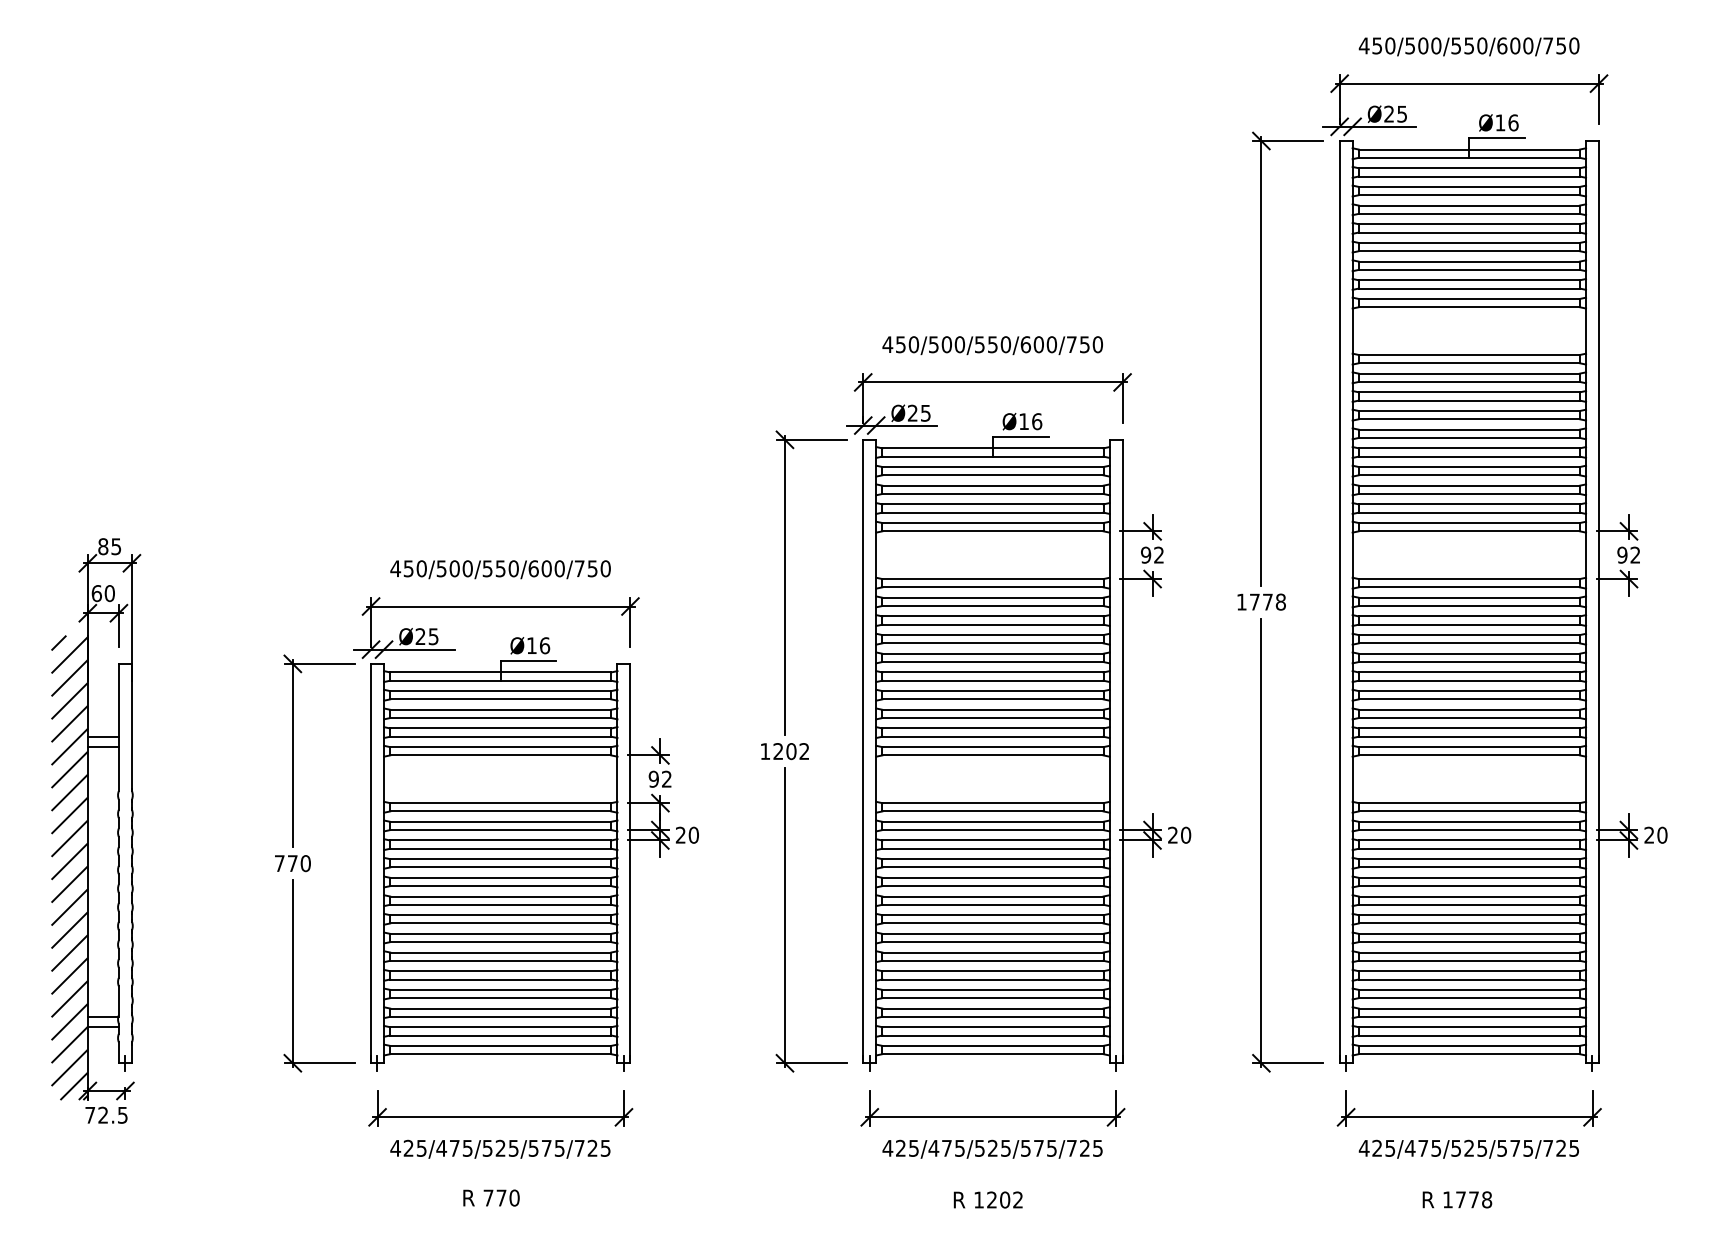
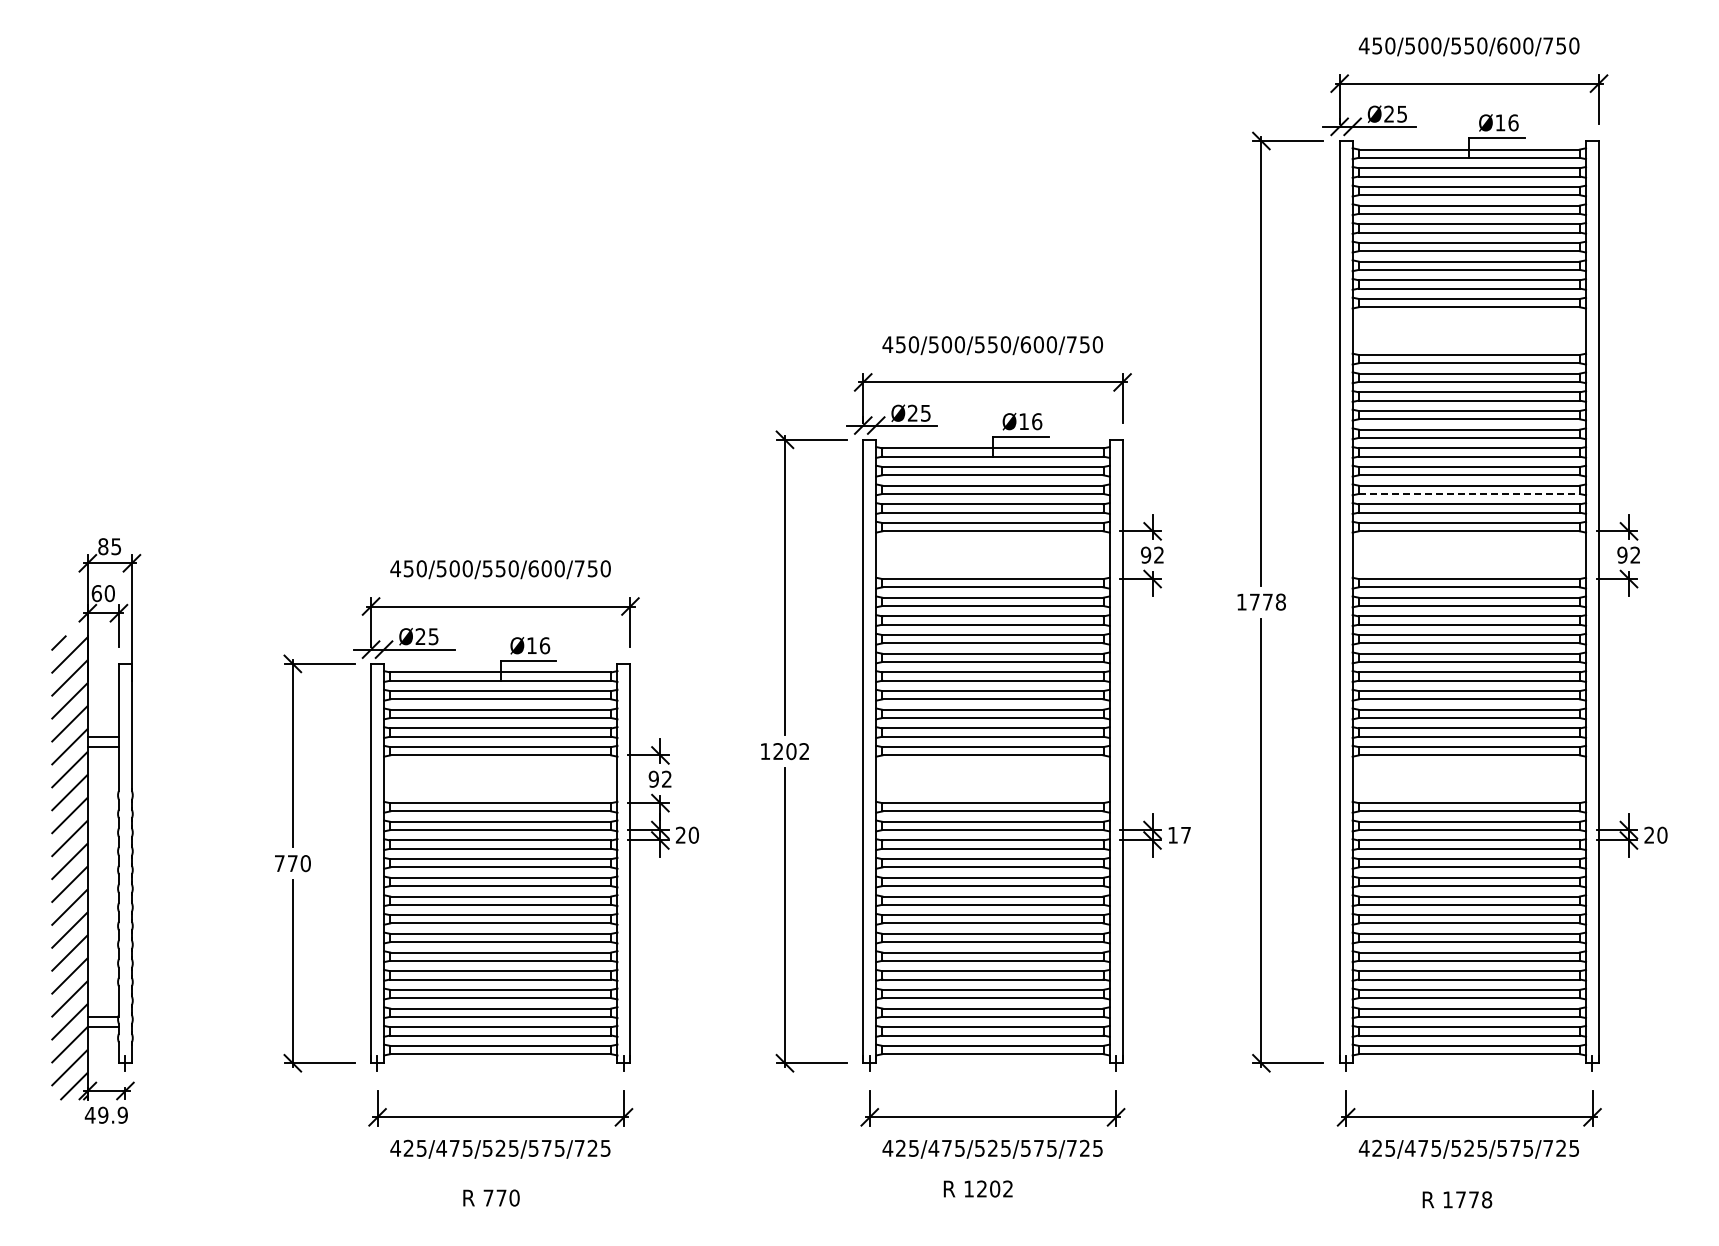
line at (1469, 493): solid -> dashed
text at (1179, 834): 20 -> 17
text at (105, 1114): 72.5 -> 49.9
text at (987, 1199) position: (987, 1199) -> (977, 1188)
